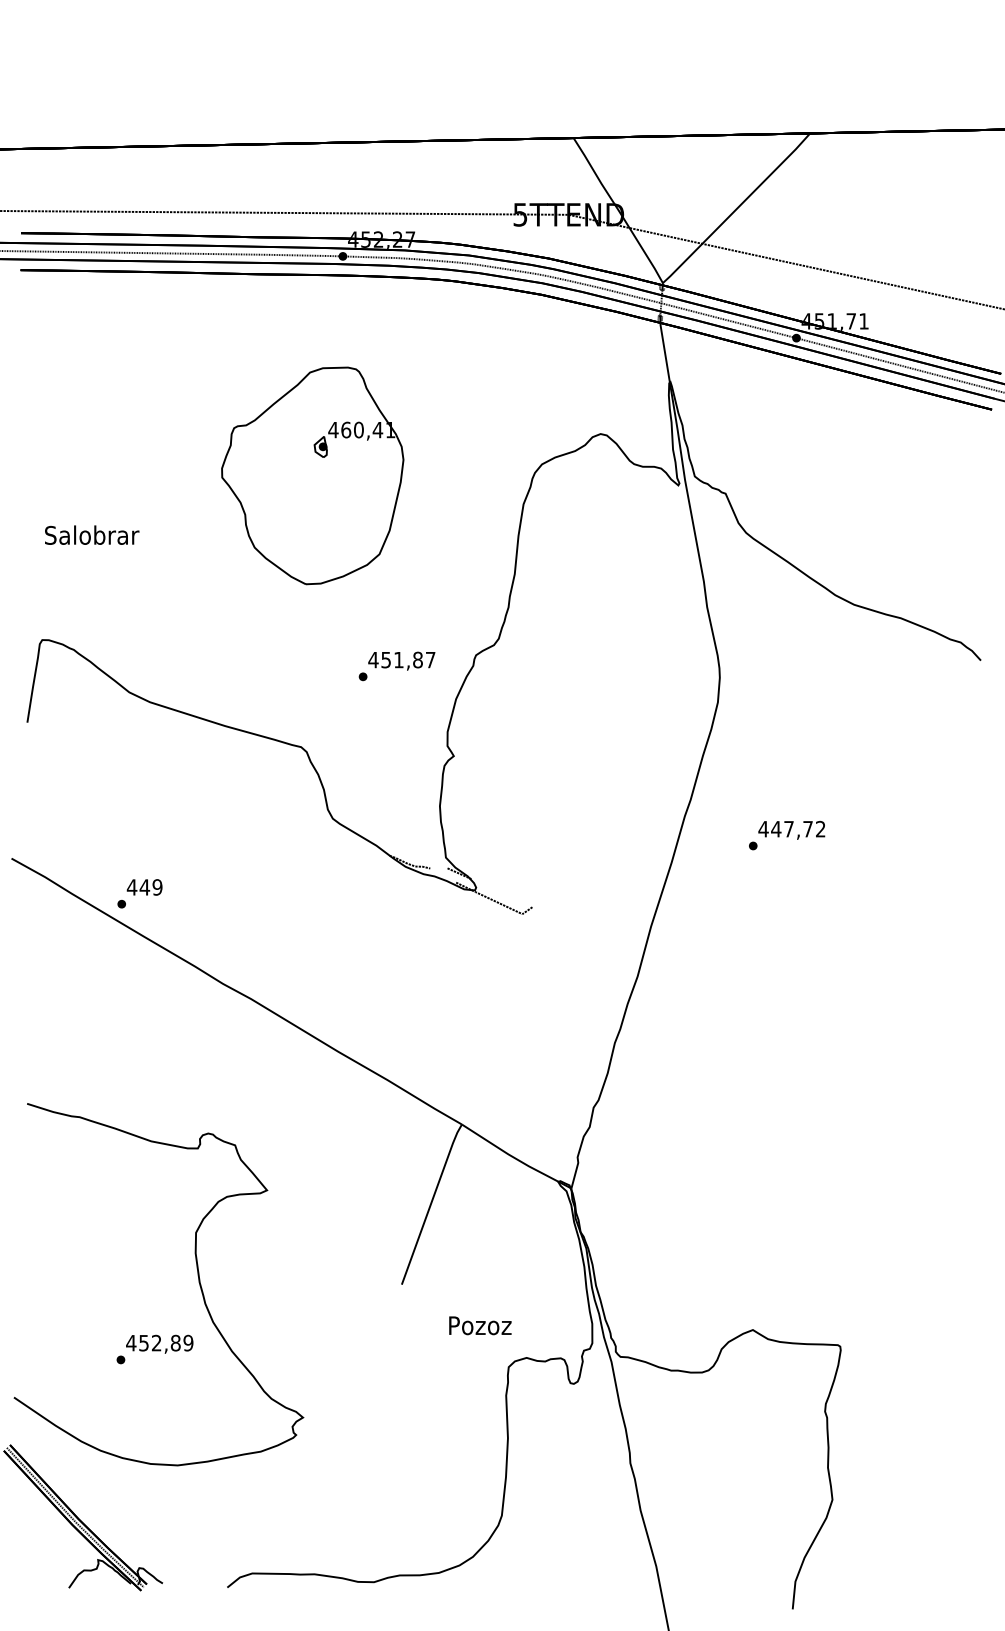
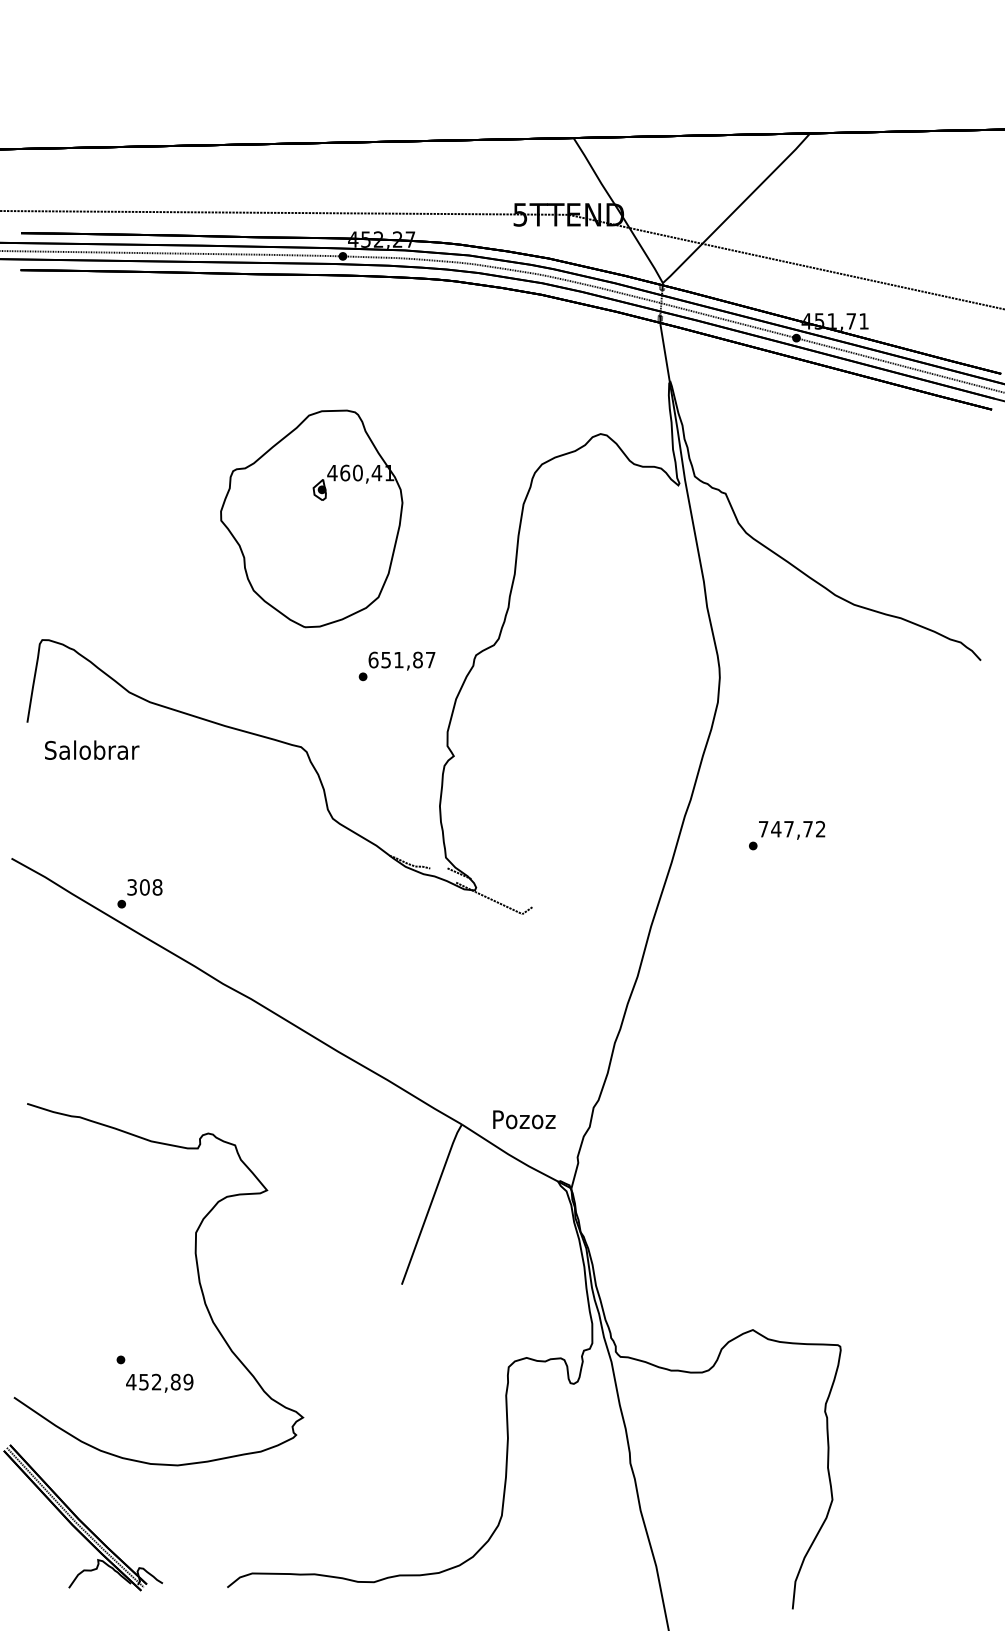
part at (312, 475) position: (312, 475) -> (311, 518)
text at (92, 534) position: (92, 534) -> (92, 749)
text at (373, 659): 451,87 -> 651,87
text at (763, 829): 447,72 -> 747,72
text at (144, 887): 449 -> 308
text at (480, 1325) position: (480, 1325) -> (524, 1119)
text at (159, 1343) position: (159, 1343) -> (159, 1382)
